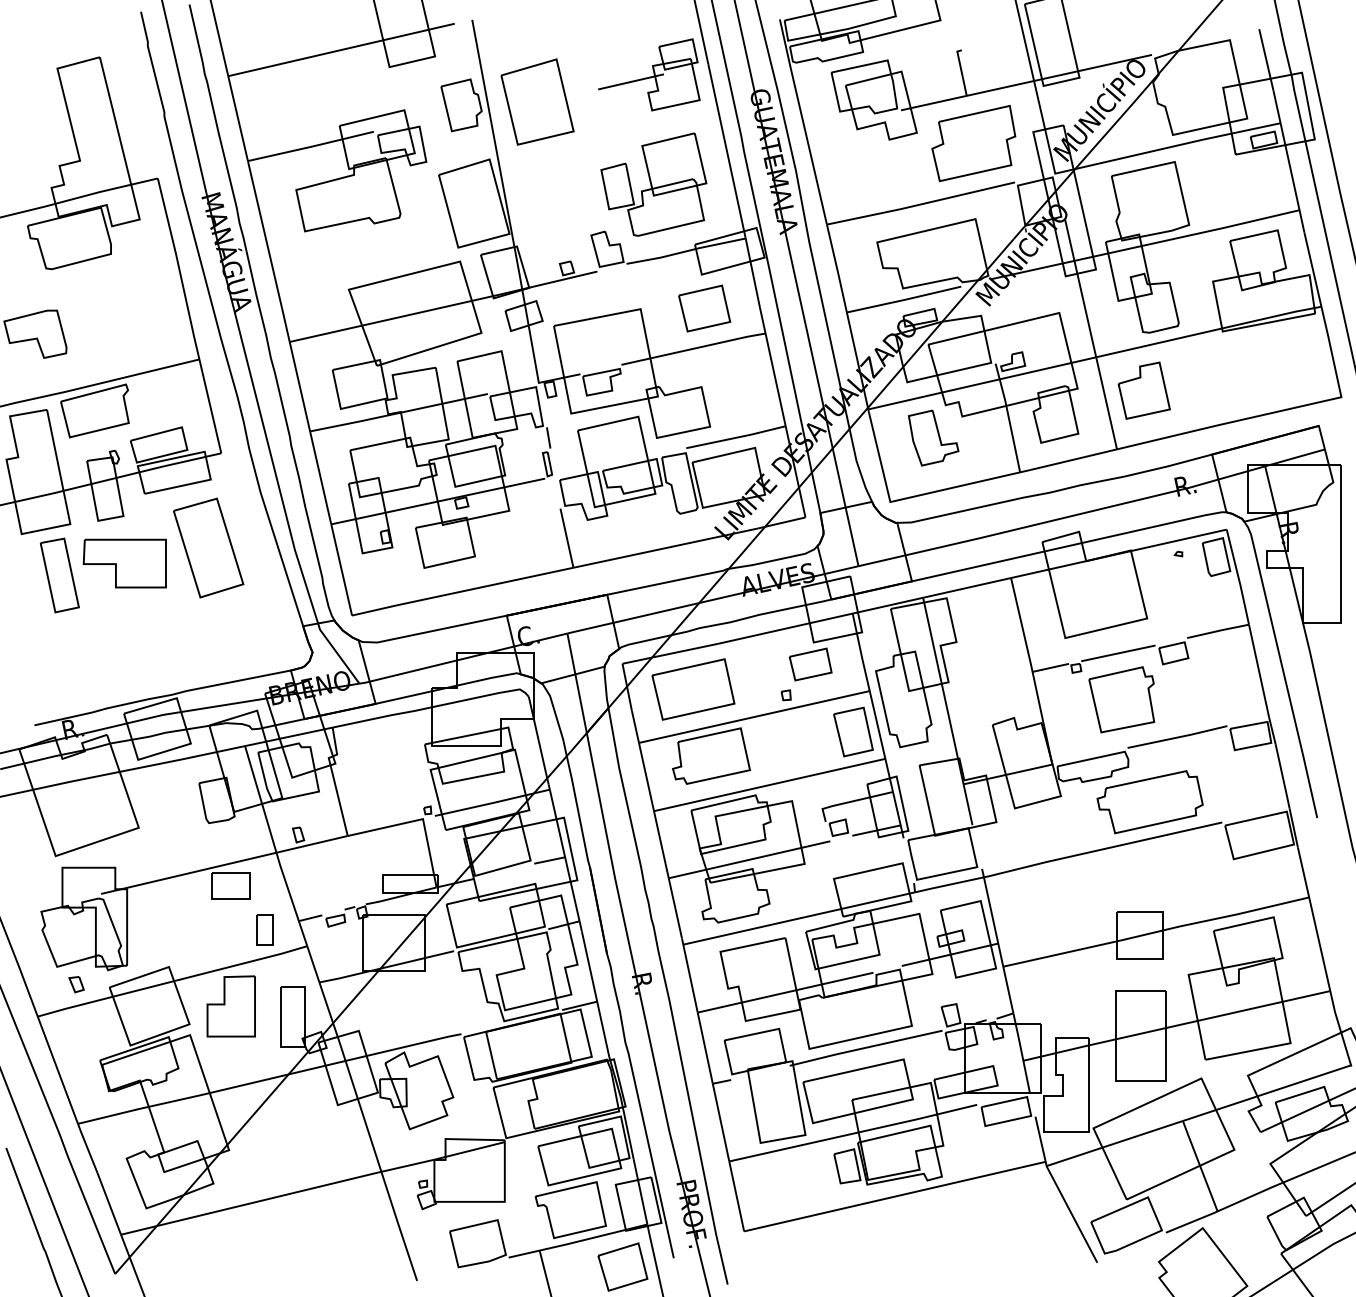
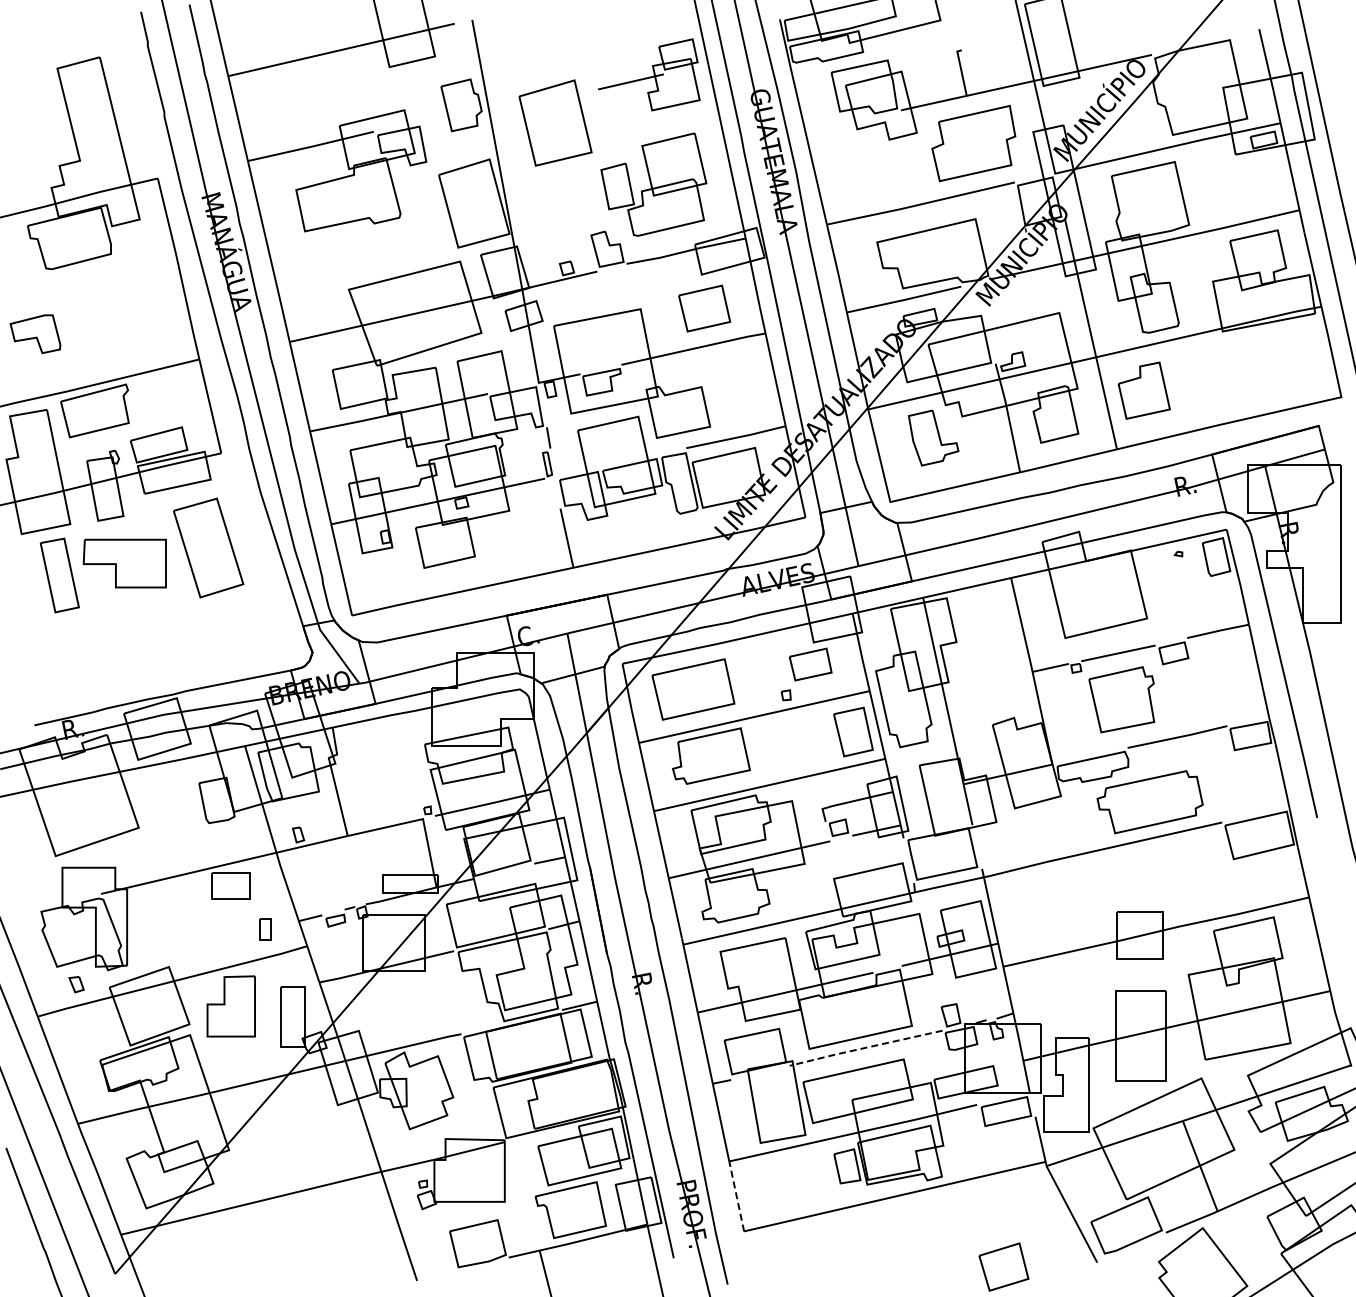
part at (537, 101) position: (537, 101) -> (555, 122)
part at (35, 333) size: 65x50 px -> 53x41 px
part at (264, 929) size: 18x32 px -> 13x23 px
line at (864, 1048): solid -> dashed
line at (736, 1196): solid -> dashed
part at (622, 1266) position: (622, 1266) -> (1003, 1266)
